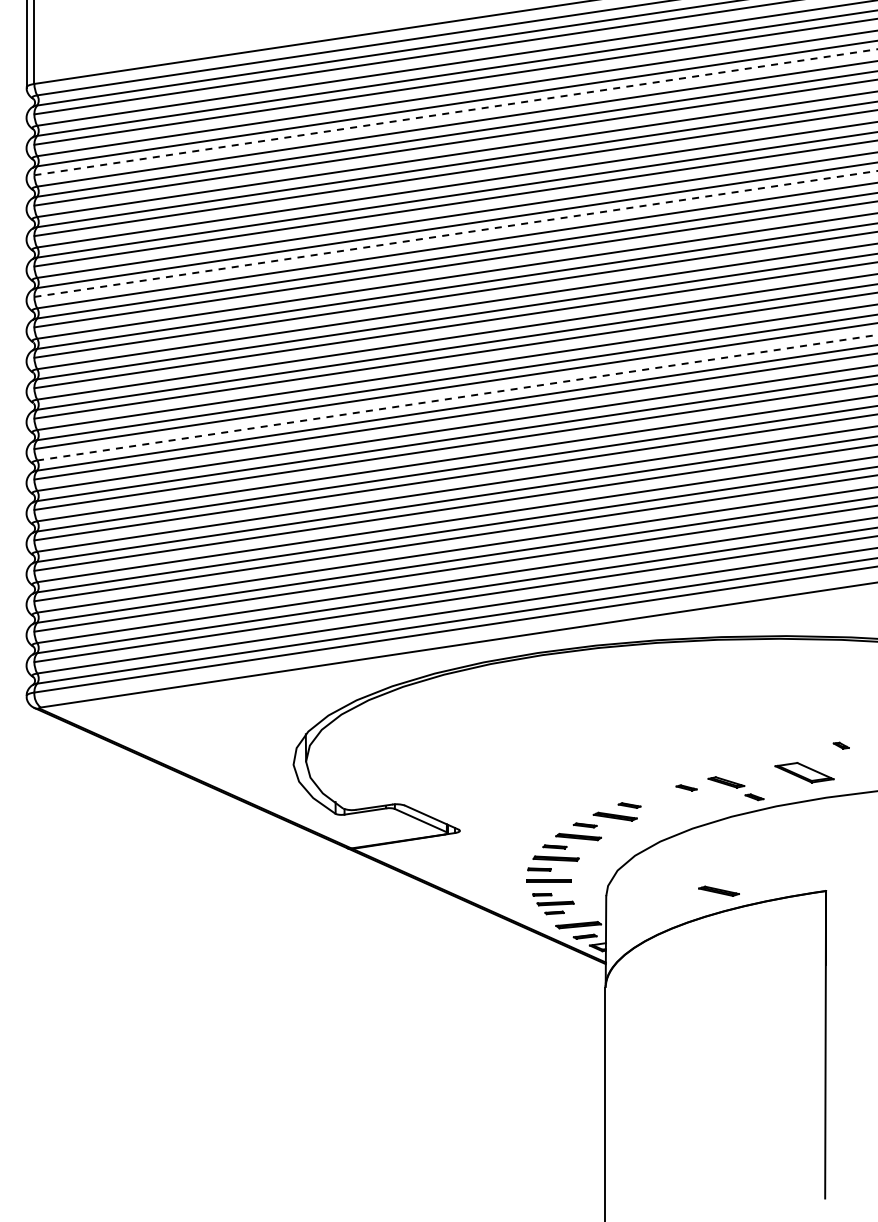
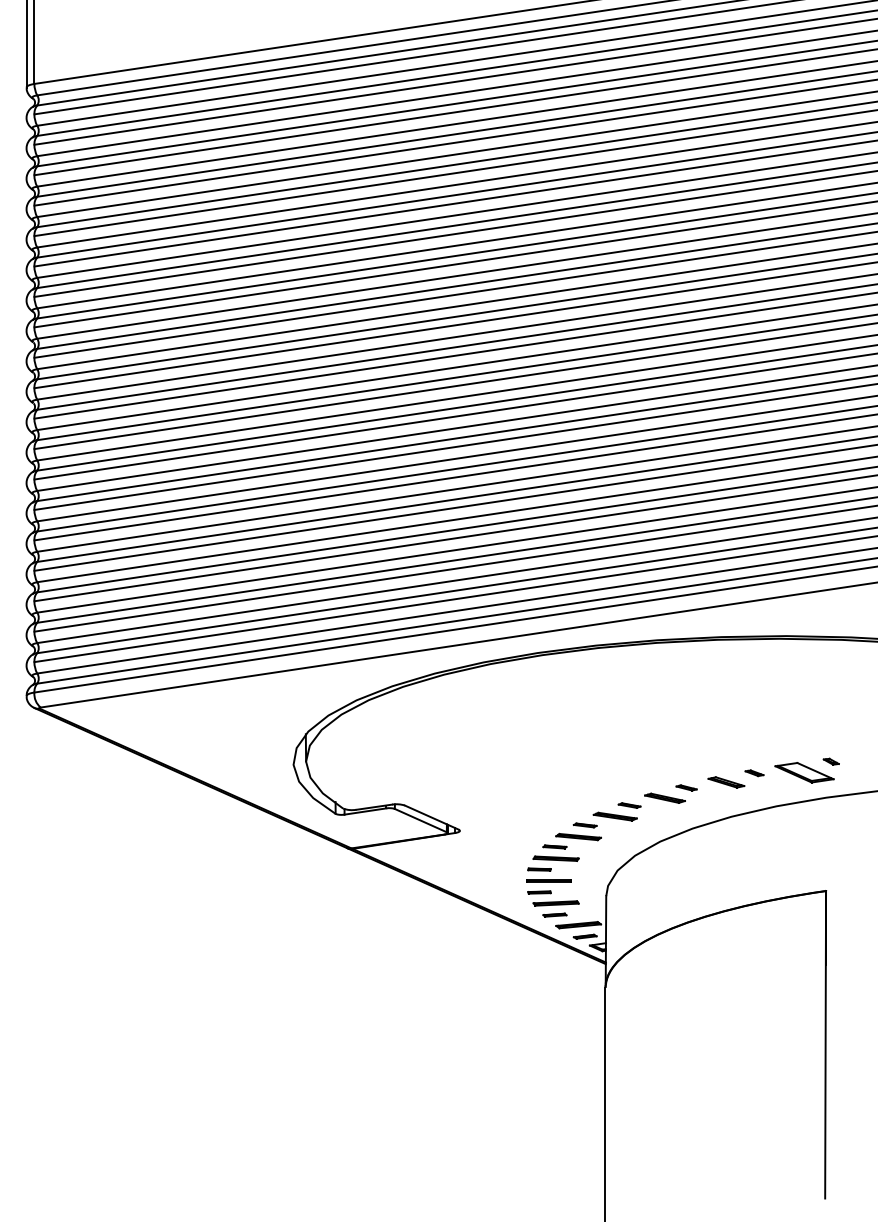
line at (456, 112): dashed -> solid
line at (456, 233): dashed -> solid
line at (457, 397): dashed -> solid
part at (840, 745) position: (840, 745) -> (830, 761)
part at (754, 797) position: (754, 797) -> (754, 773)
part at (718, 890) position: (718, 890) -> (664, 797)
part at (553, 904) size: 43x23 px -> 53x28 px
